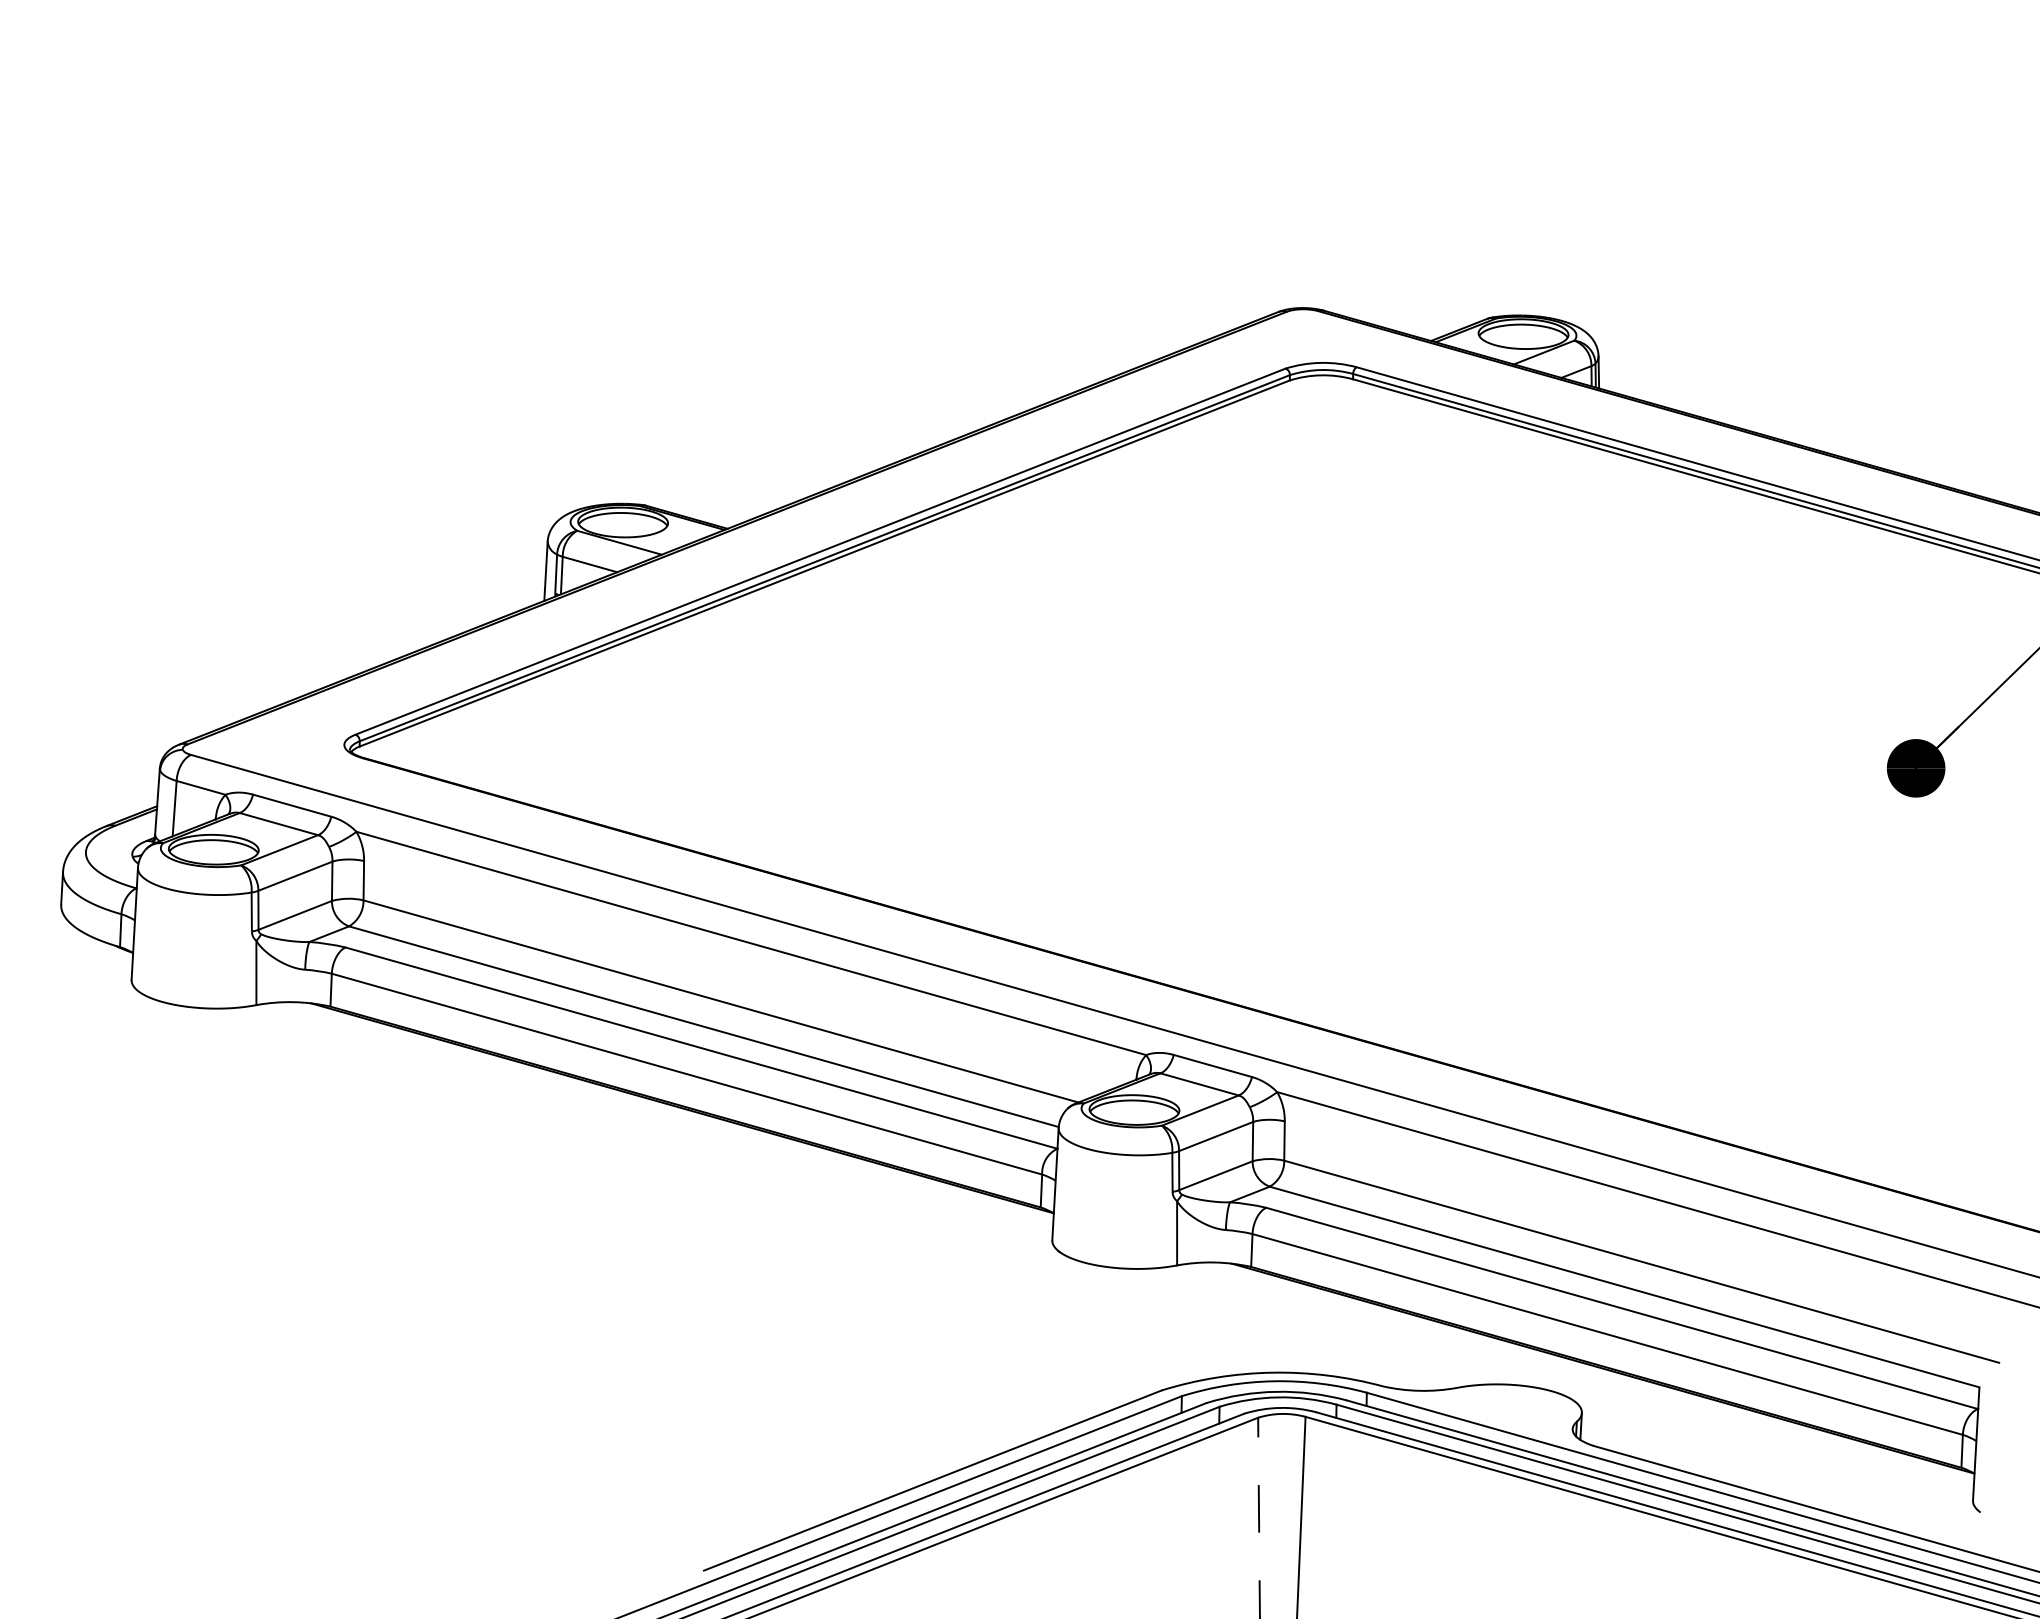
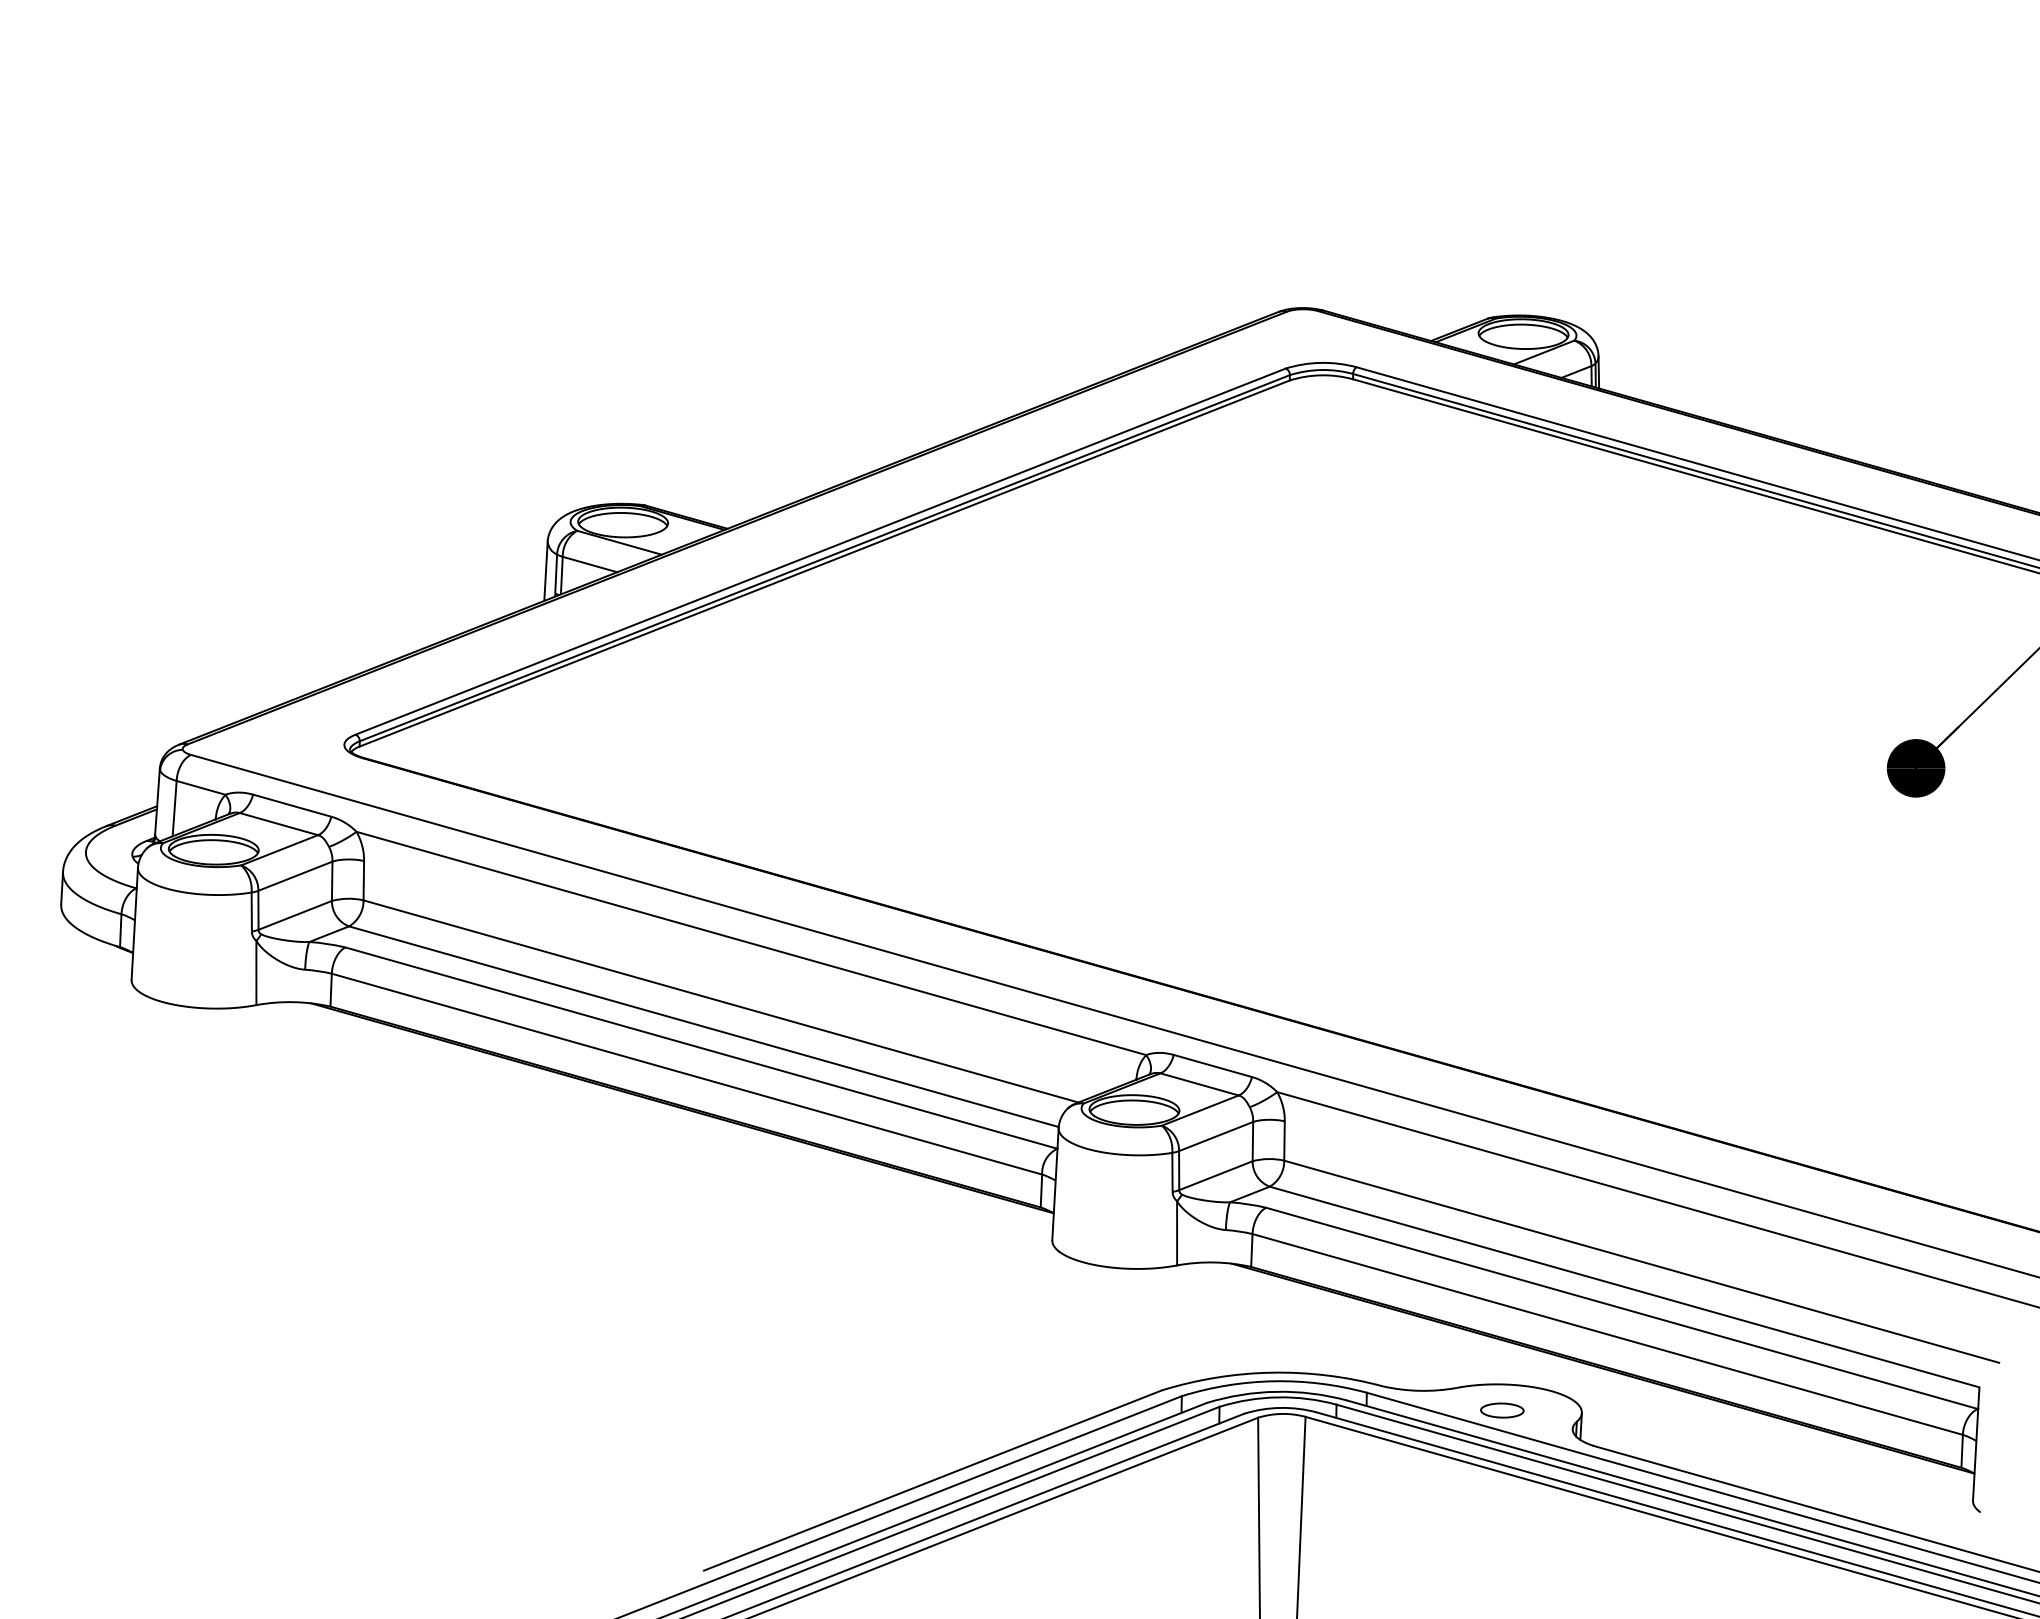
part at (1502, 1410): none -> present
line at (1259, 1517): dashed -> solid
